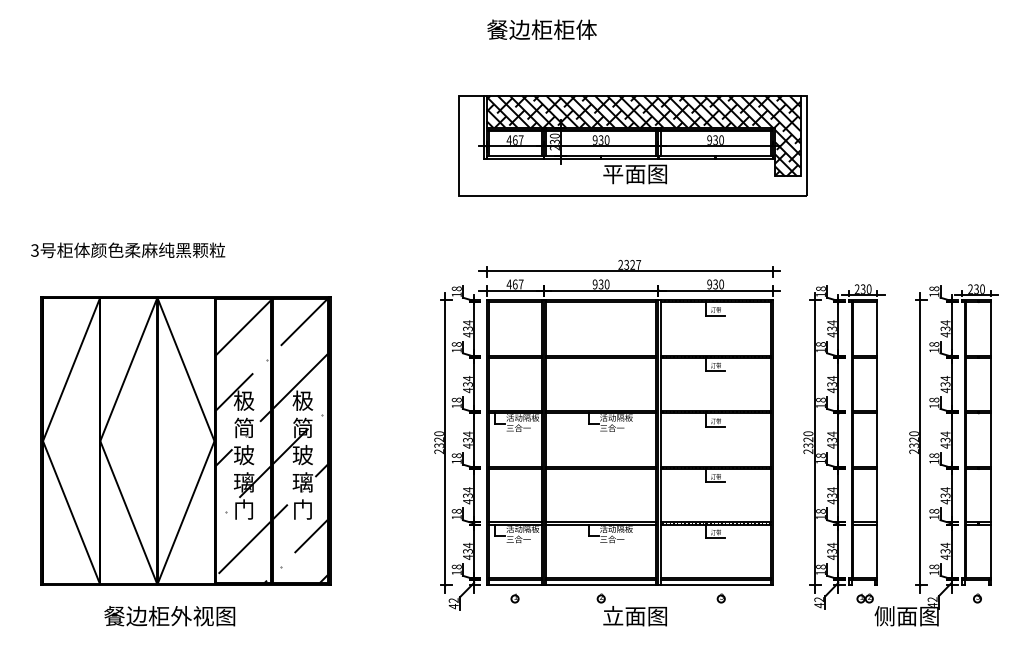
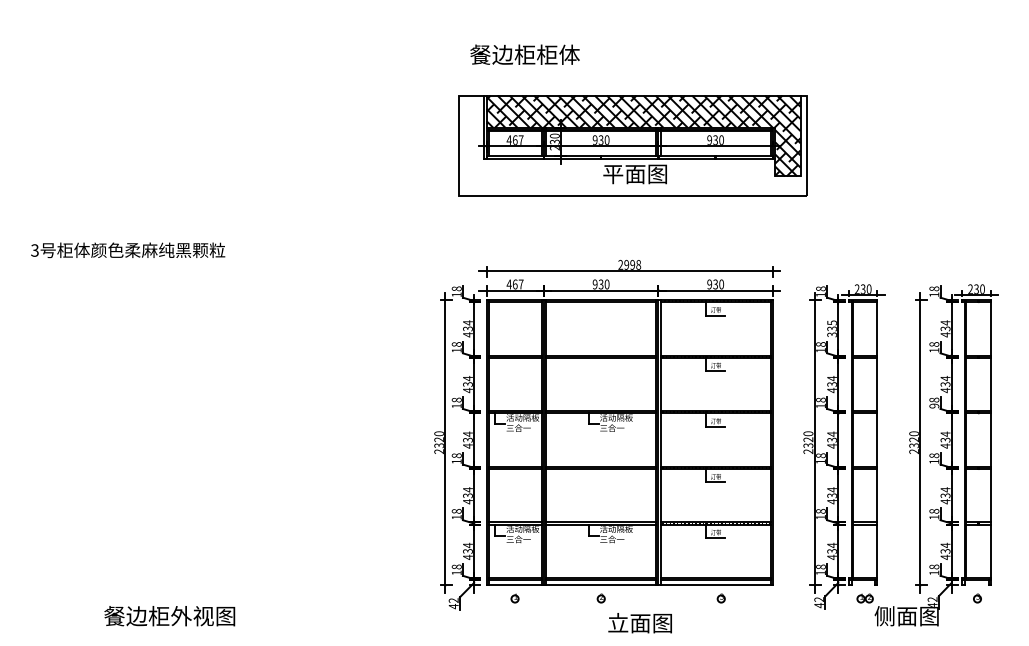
text at (541, 29) position: (541, 29) -> (524, 54)
text at (632, 264): 2327 -> 2998
text at (831, 328): 434 -> 335
text at (934, 405): 18 -> 98
part at (185, 440): present -> none
text at (634, 616) position: (634, 616) -> (639, 623)
